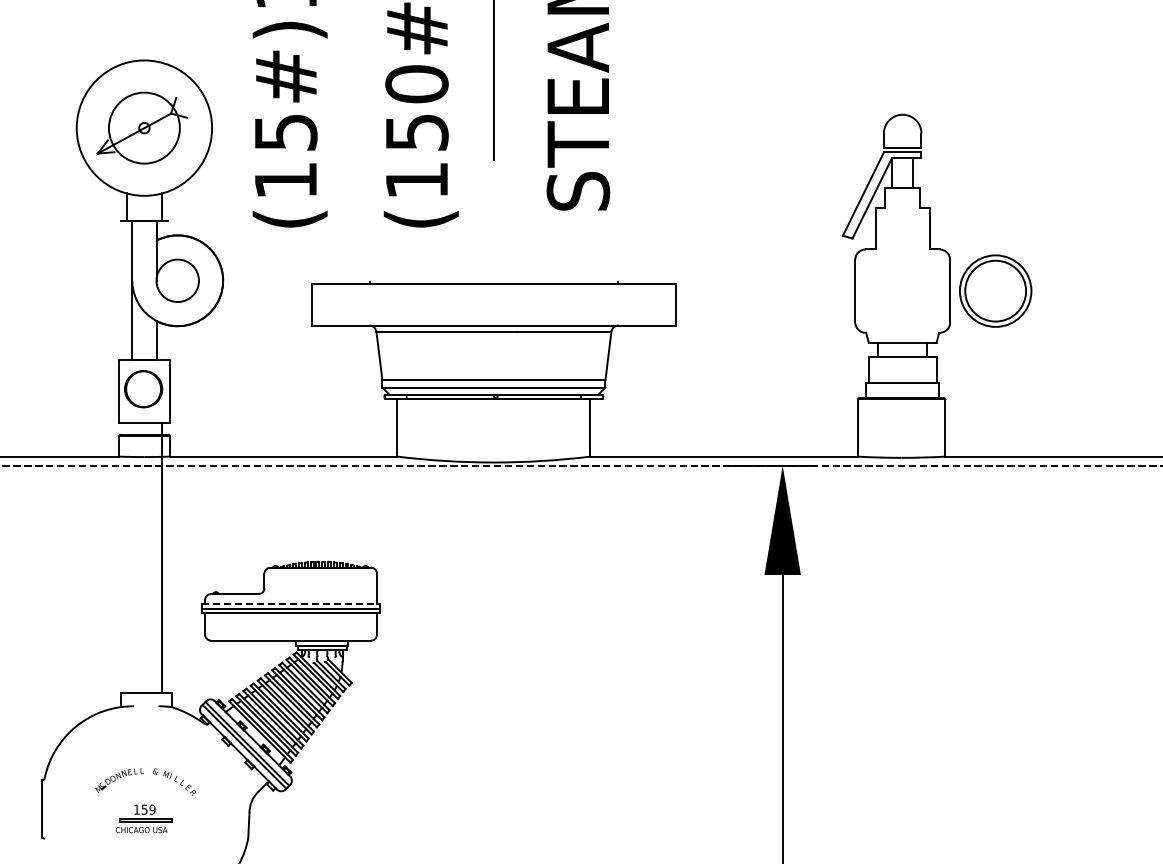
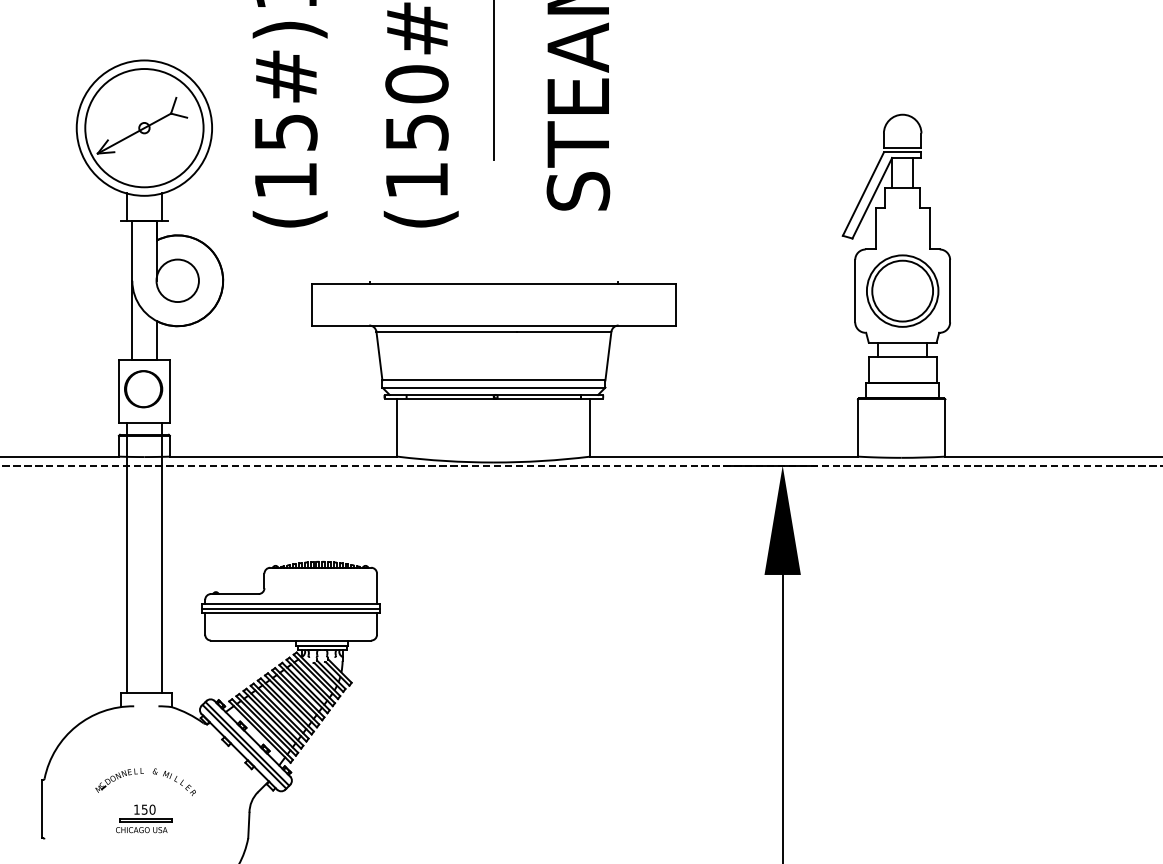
circle at (143, 127) diameter: 71 px -> 118 px
part at (995, 290) position: (995, 290) -> (902, 290)
line at (127, 557): none -> present
line at (291, 604): dashed -> solid
text at (152, 809): 159 -> 150
